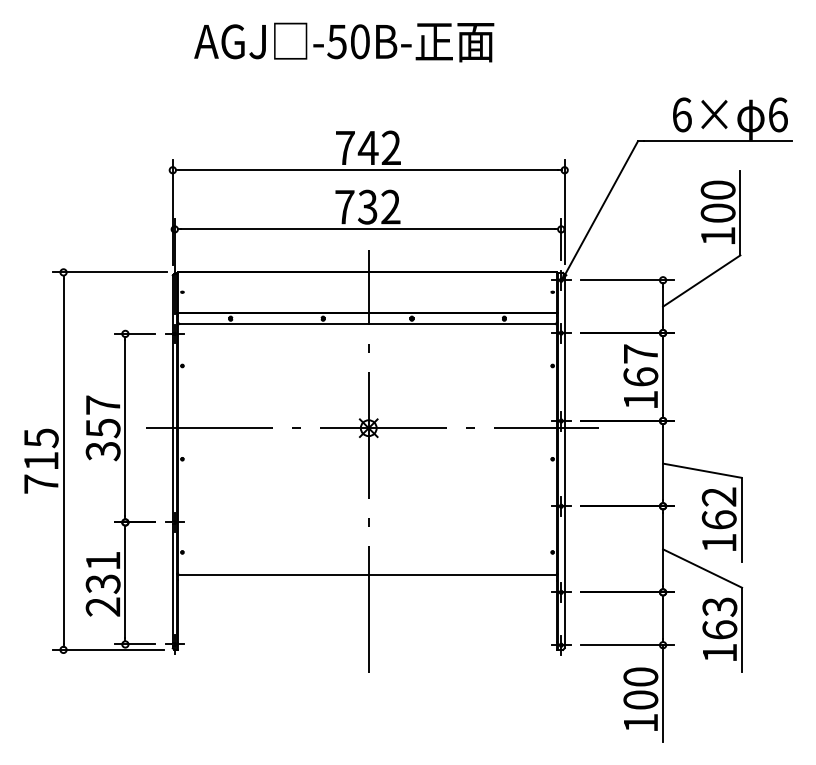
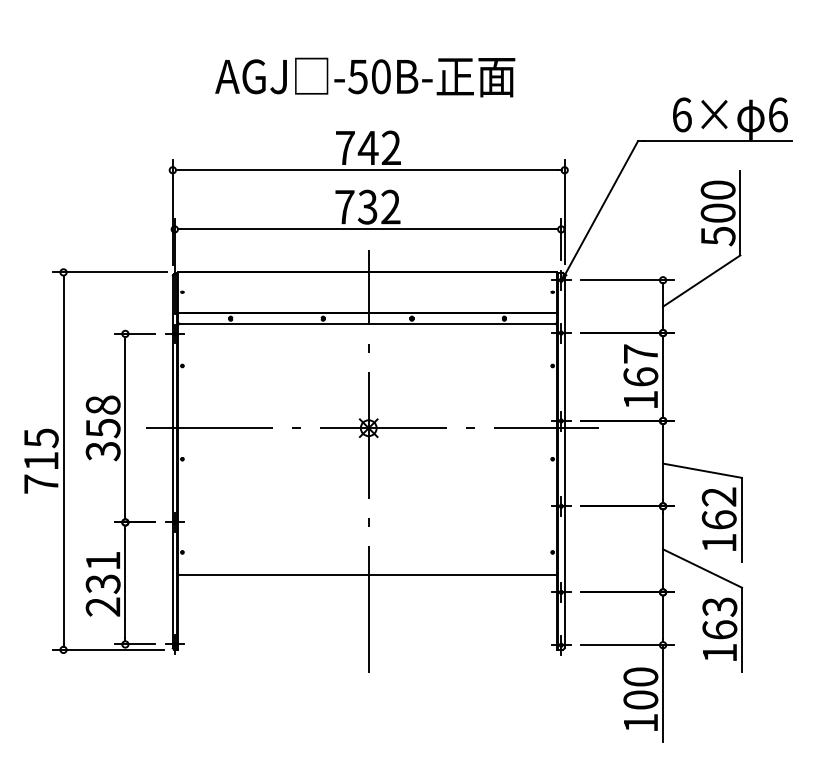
text at (344, 42) position: (344, 42) -> (365, 77)
text at (718, 236): 100 -> 500
text at (102, 404): 357 -> 358
